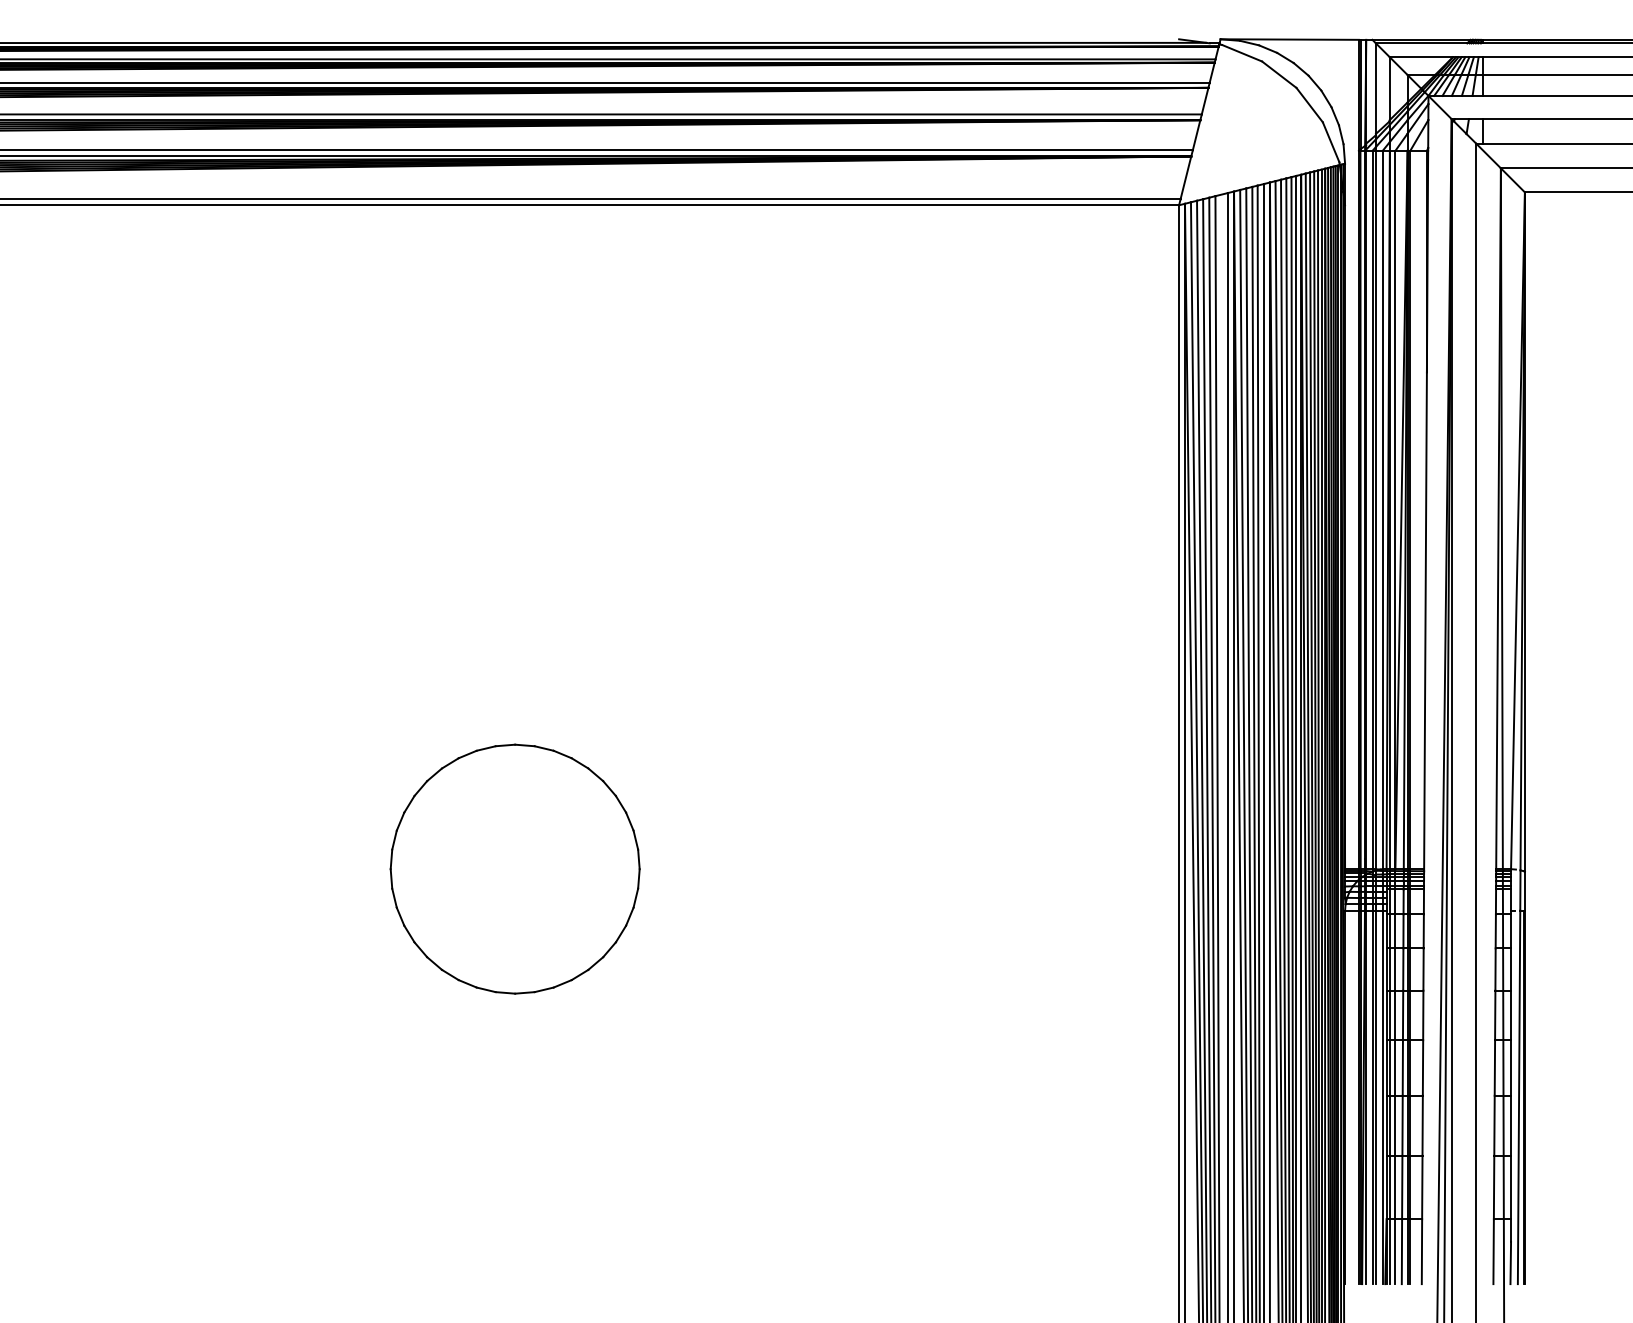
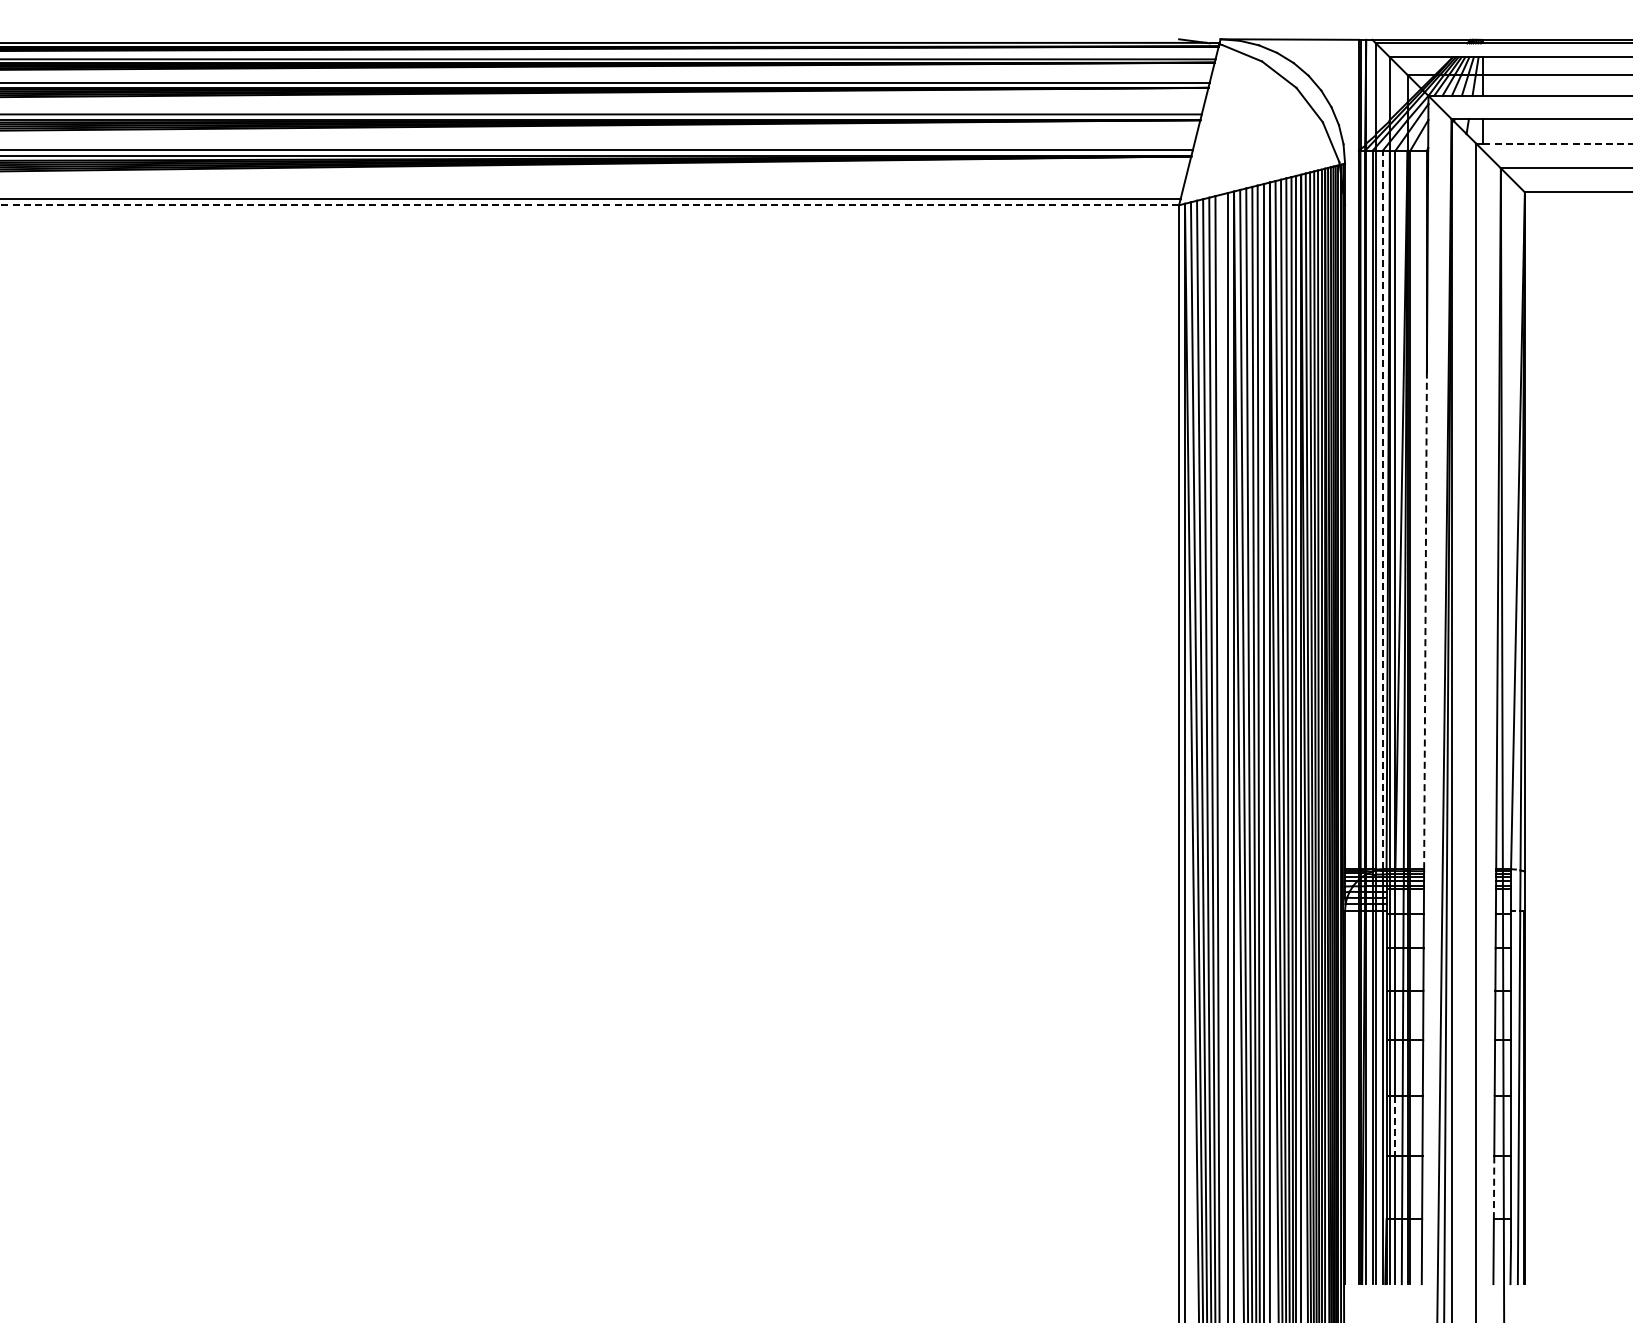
line at (1558, 143): solid -> dashed
line at (589, 205): solid -> dashed
line at (1382, 509): solid -> dashed
line at (1425, 620): solid -> dashed
part at (514, 868): present -> none
line at (1395, 1126): solid -> dashed
line at (1494, 1187): solid -> dashed
